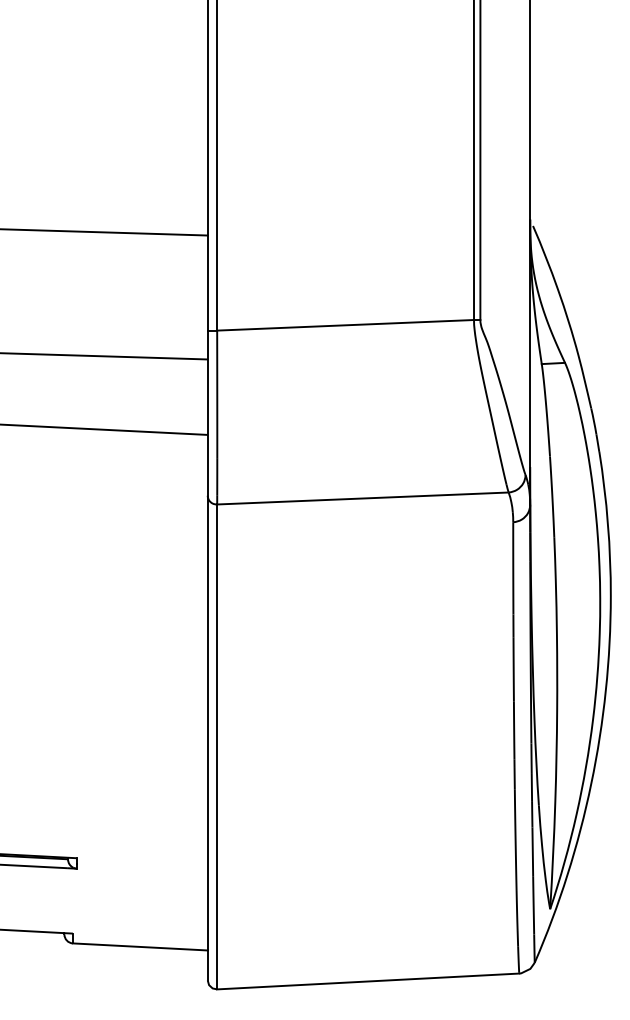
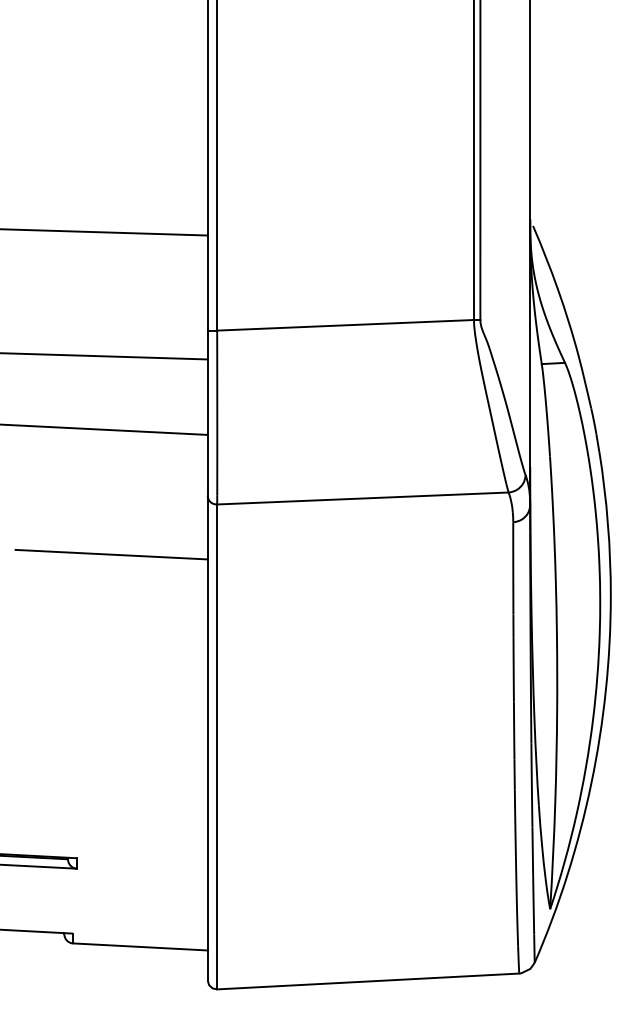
line at (111, 554): none -> present
